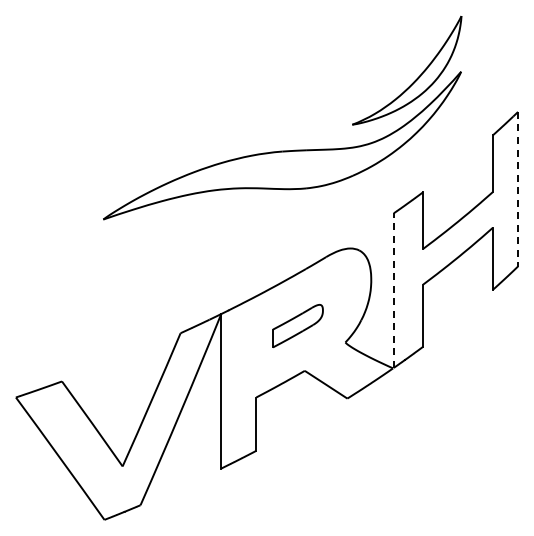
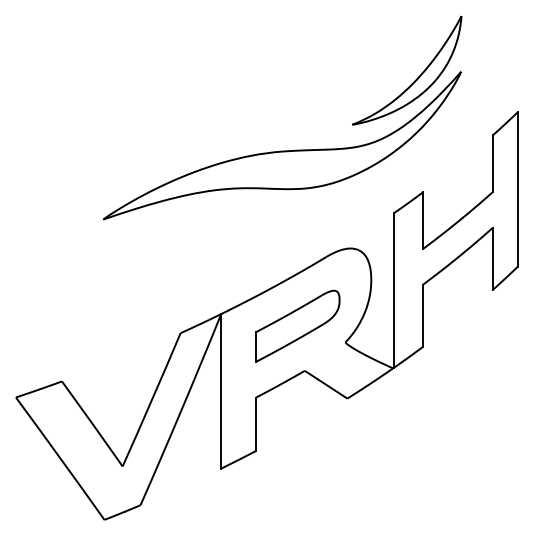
line at (518, 189): dashed -> solid
line at (393, 290): dashed -> solid
part at (297, 326) size: 52x45 px -> 86x74 px
